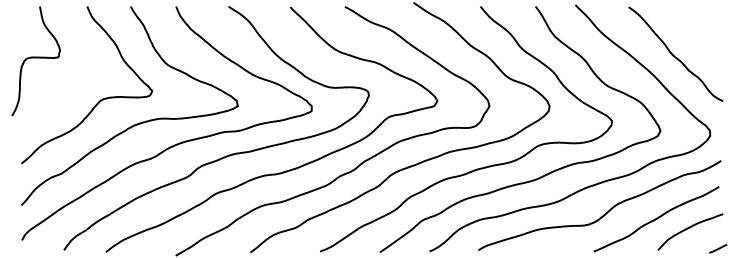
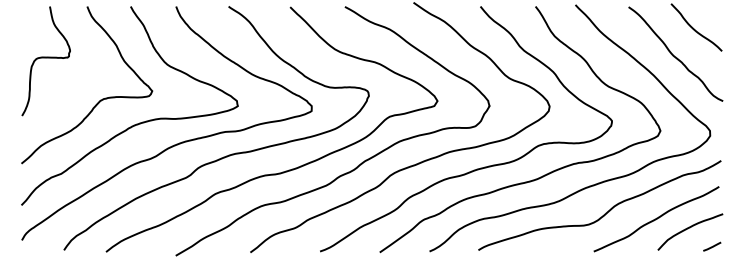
curve at (694, 28): none -> present
curve at (35, 58) position: (35, 58) -> (45, 58)
line at (718, 248) position: (718, 248) -> (712, 246)
